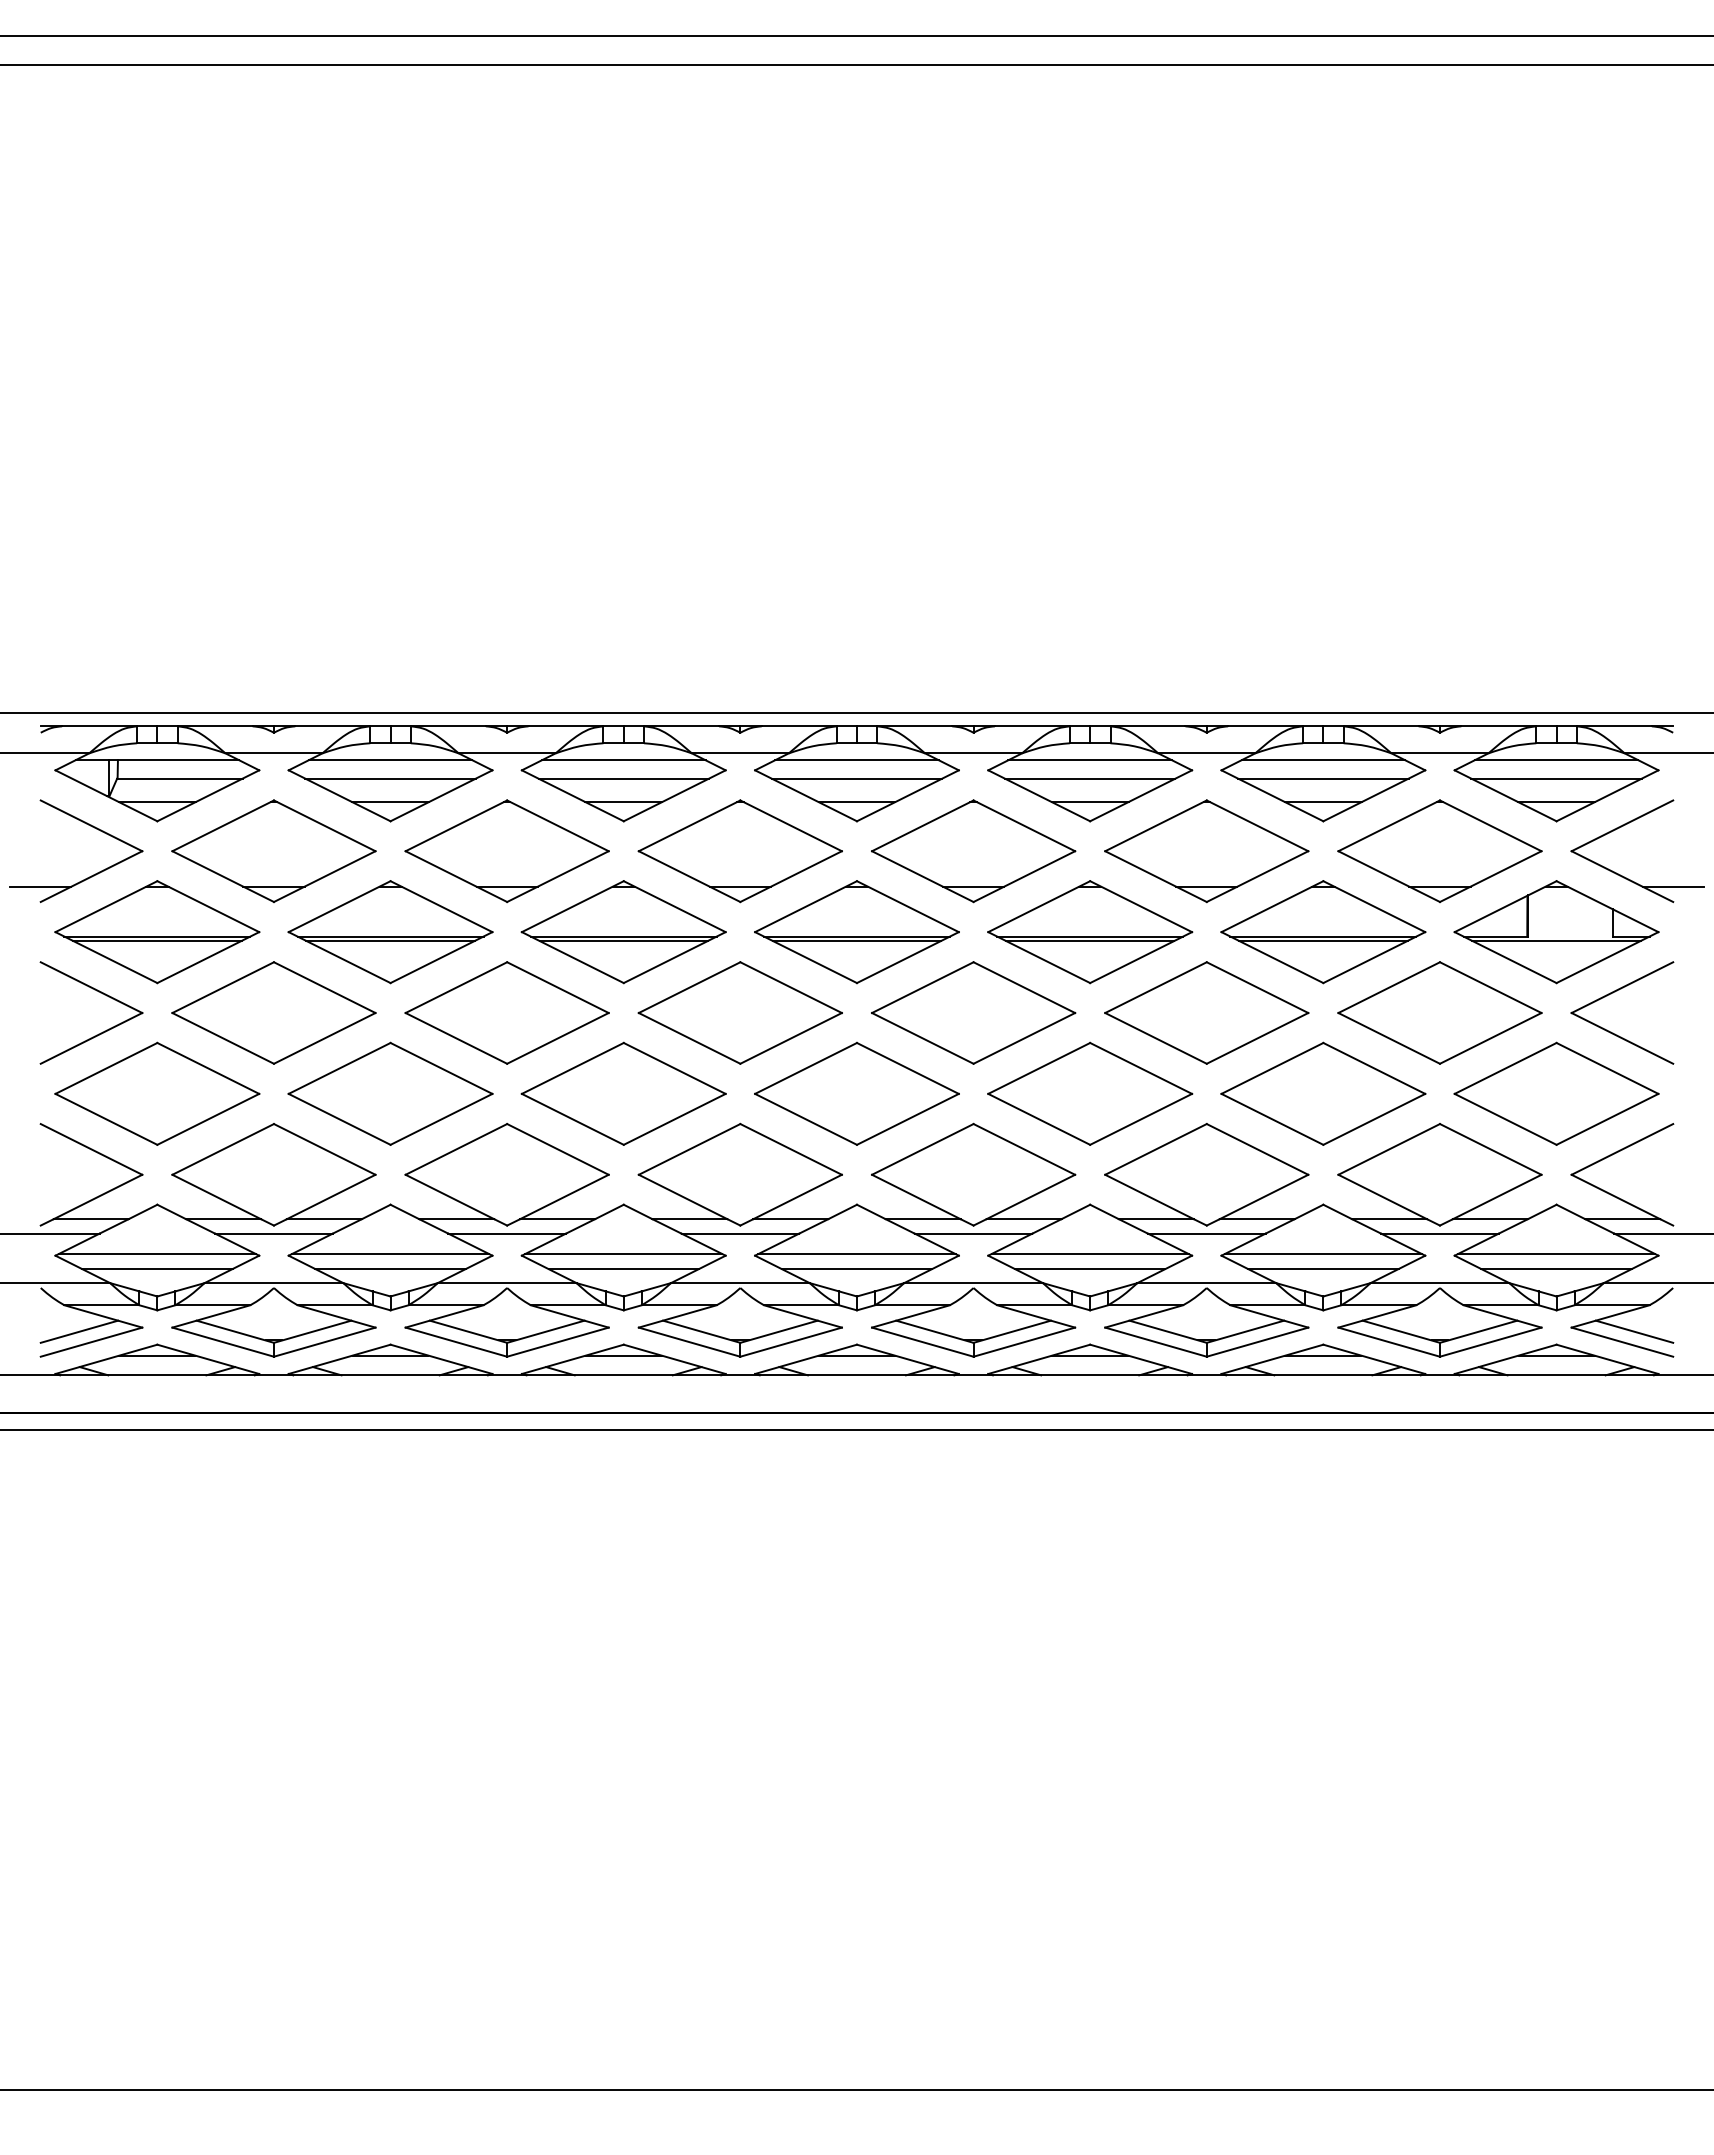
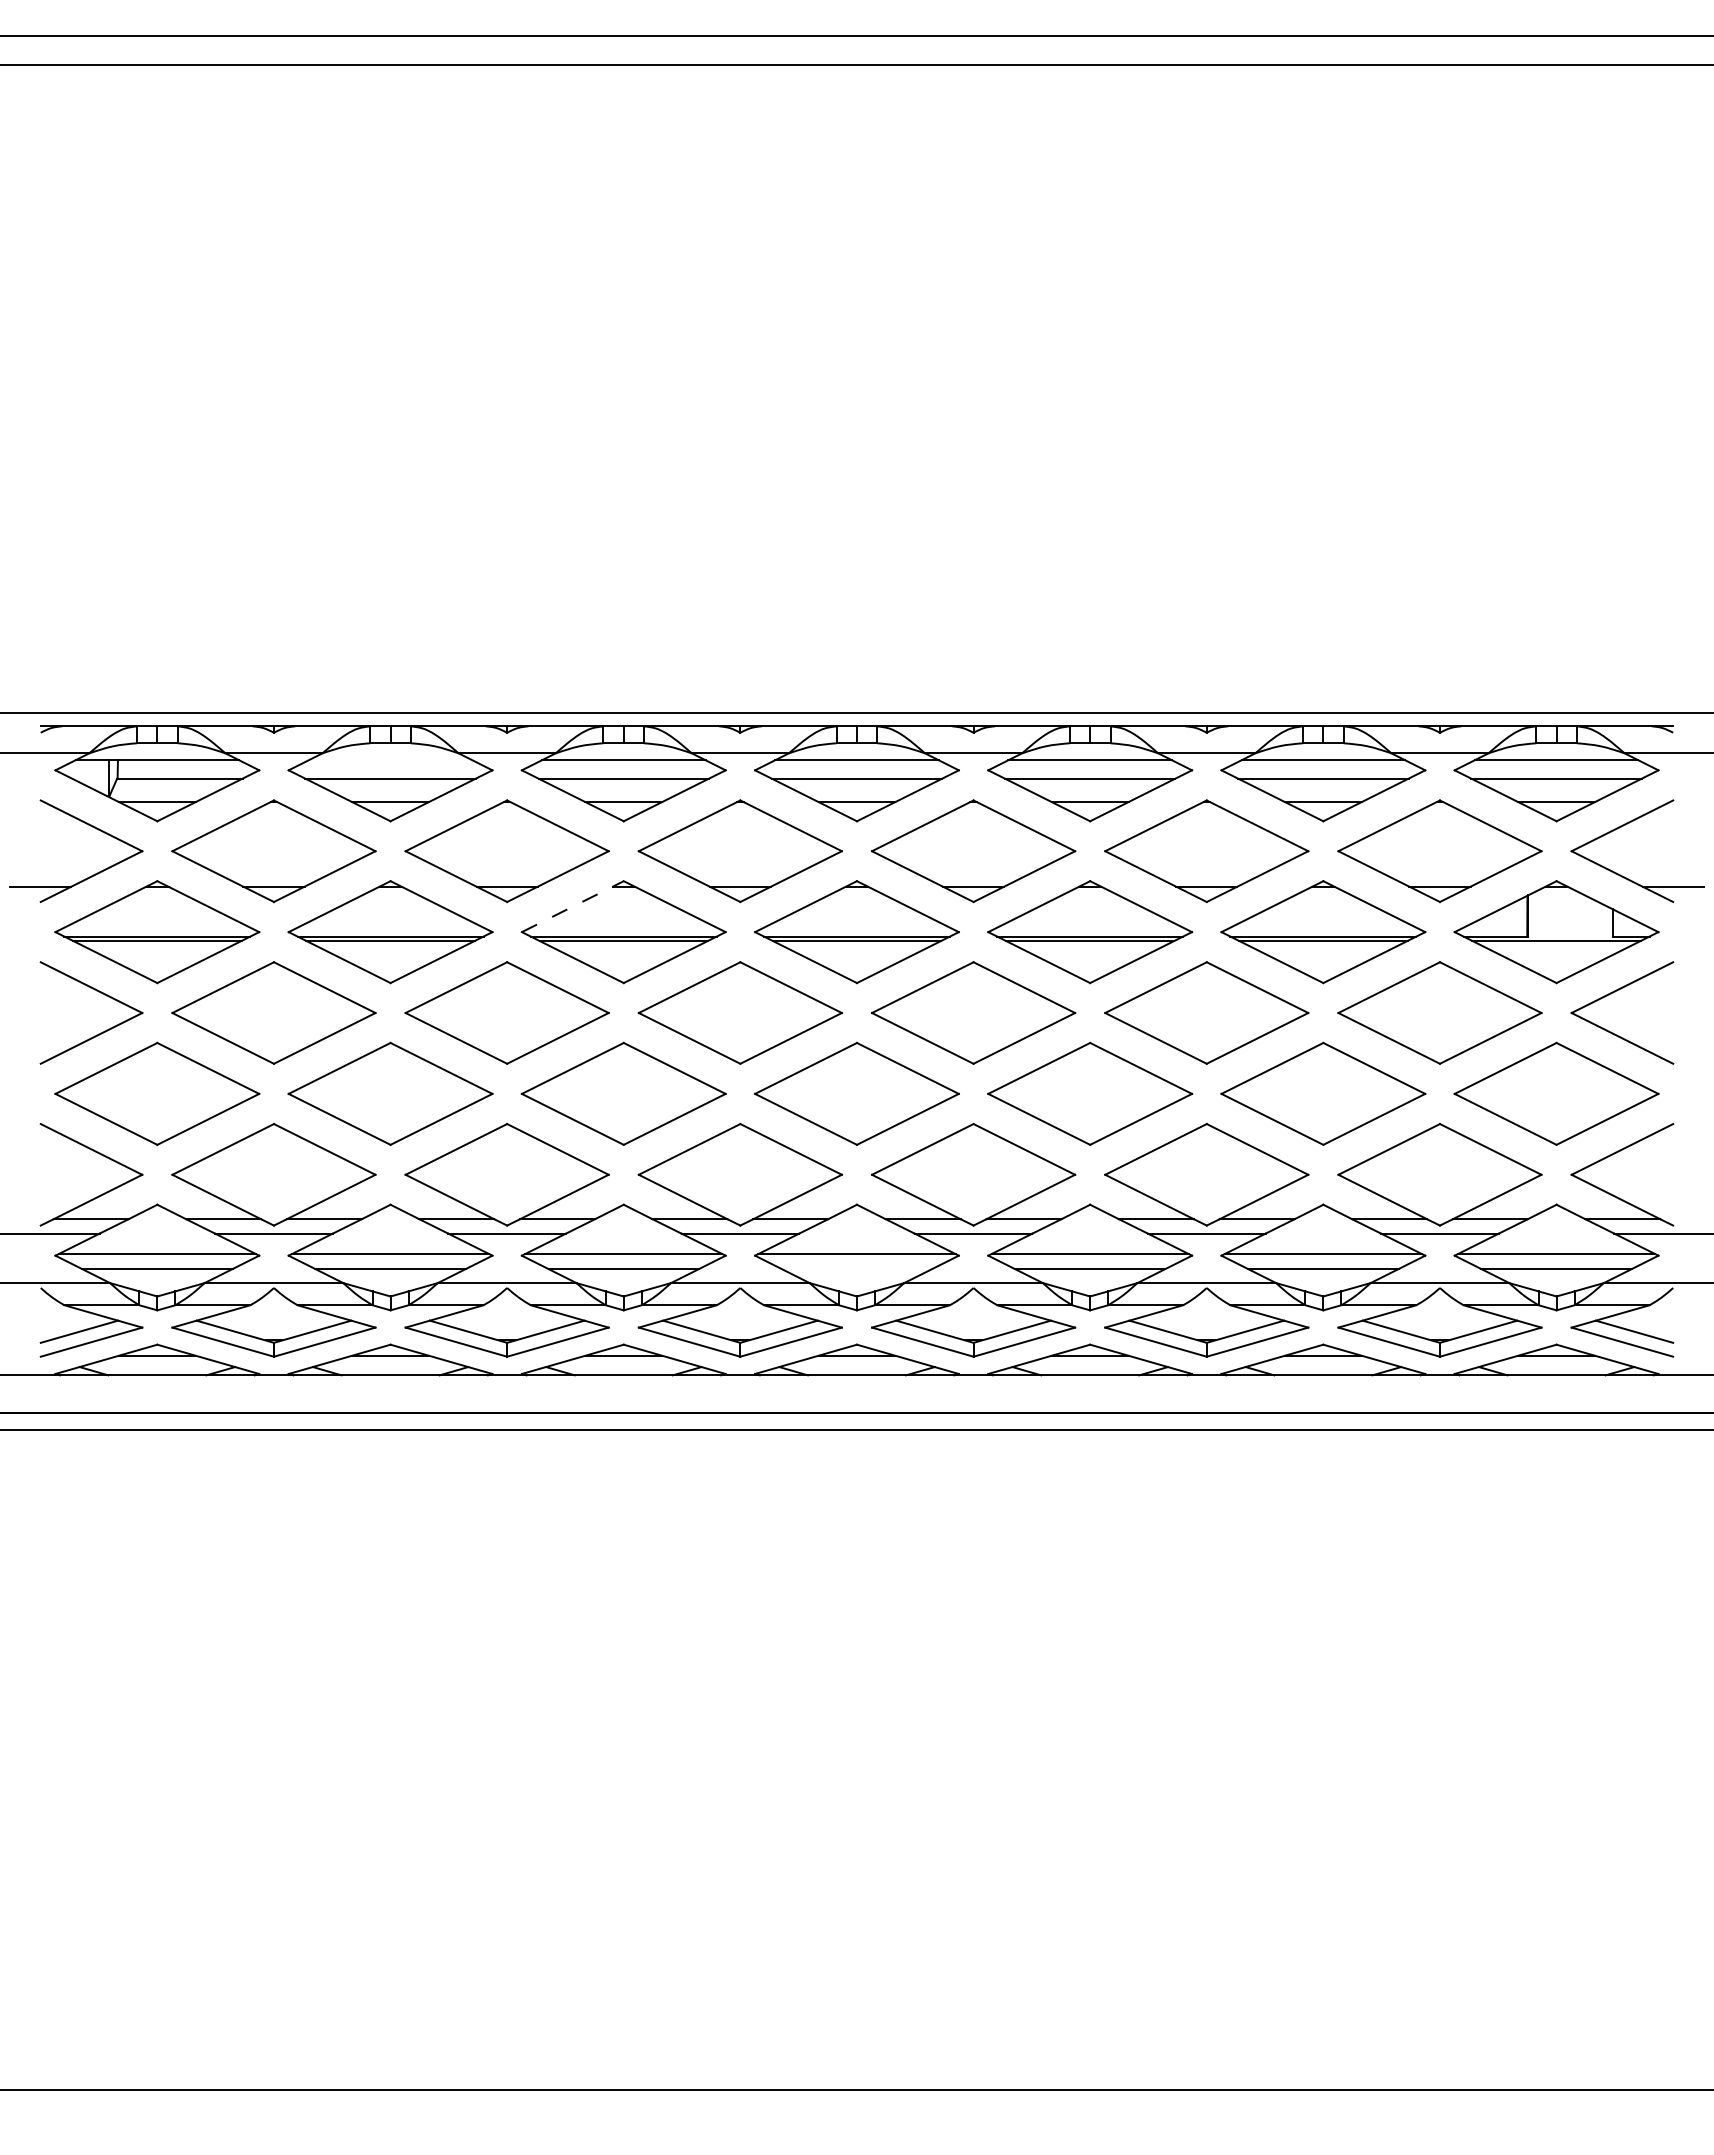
line at (390, 760): present -> none
line at (572, 906): solid -> dashed
line at (856, 1269): present -> none
